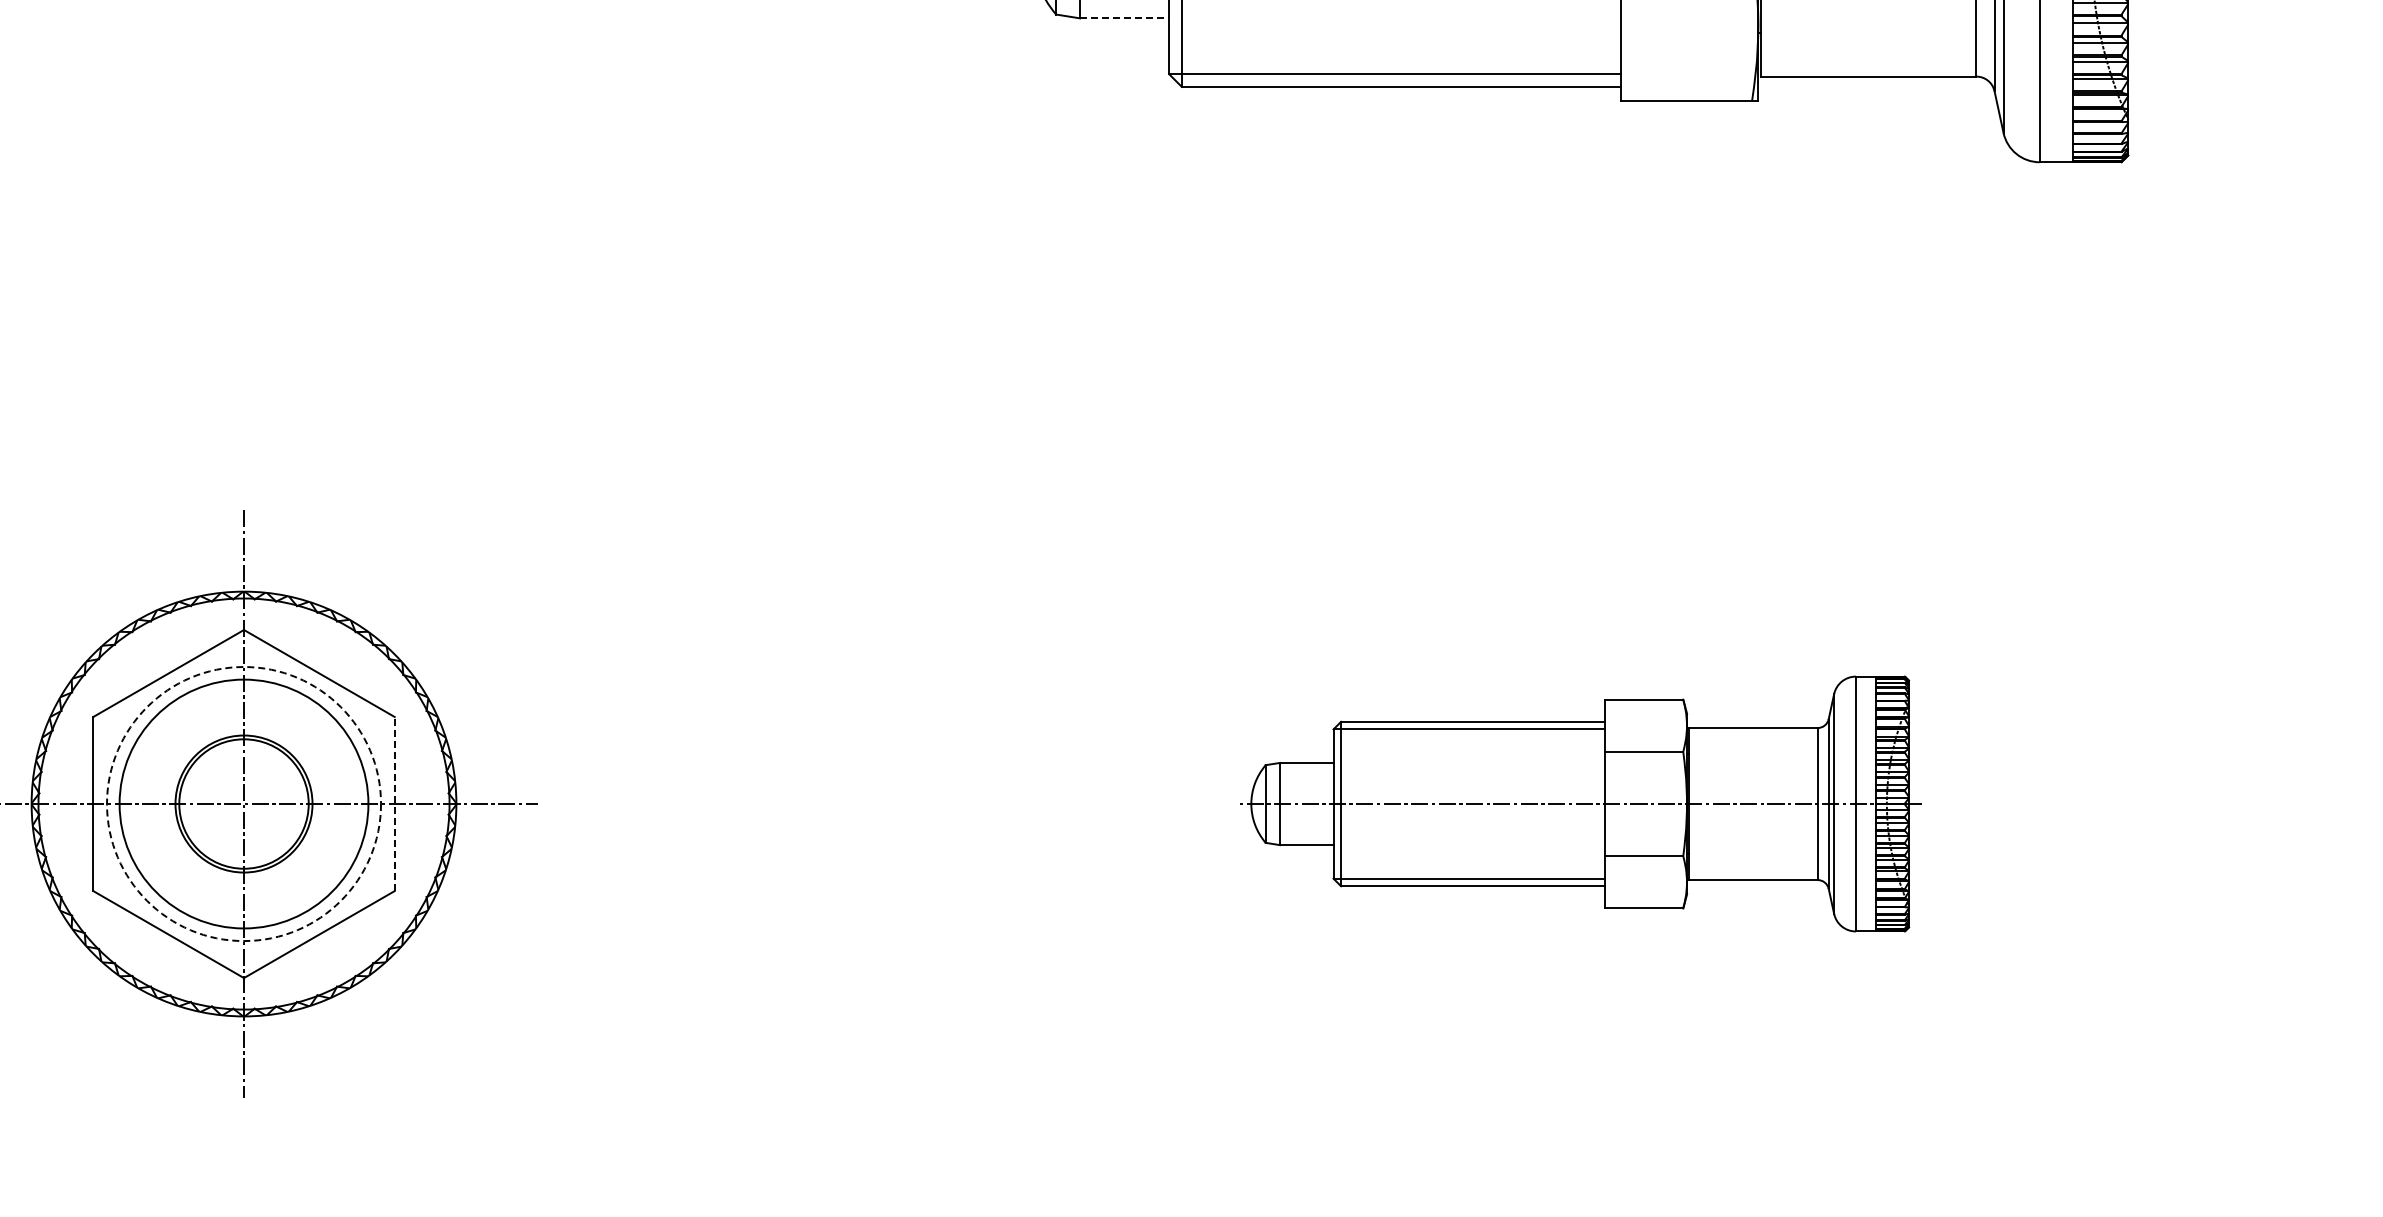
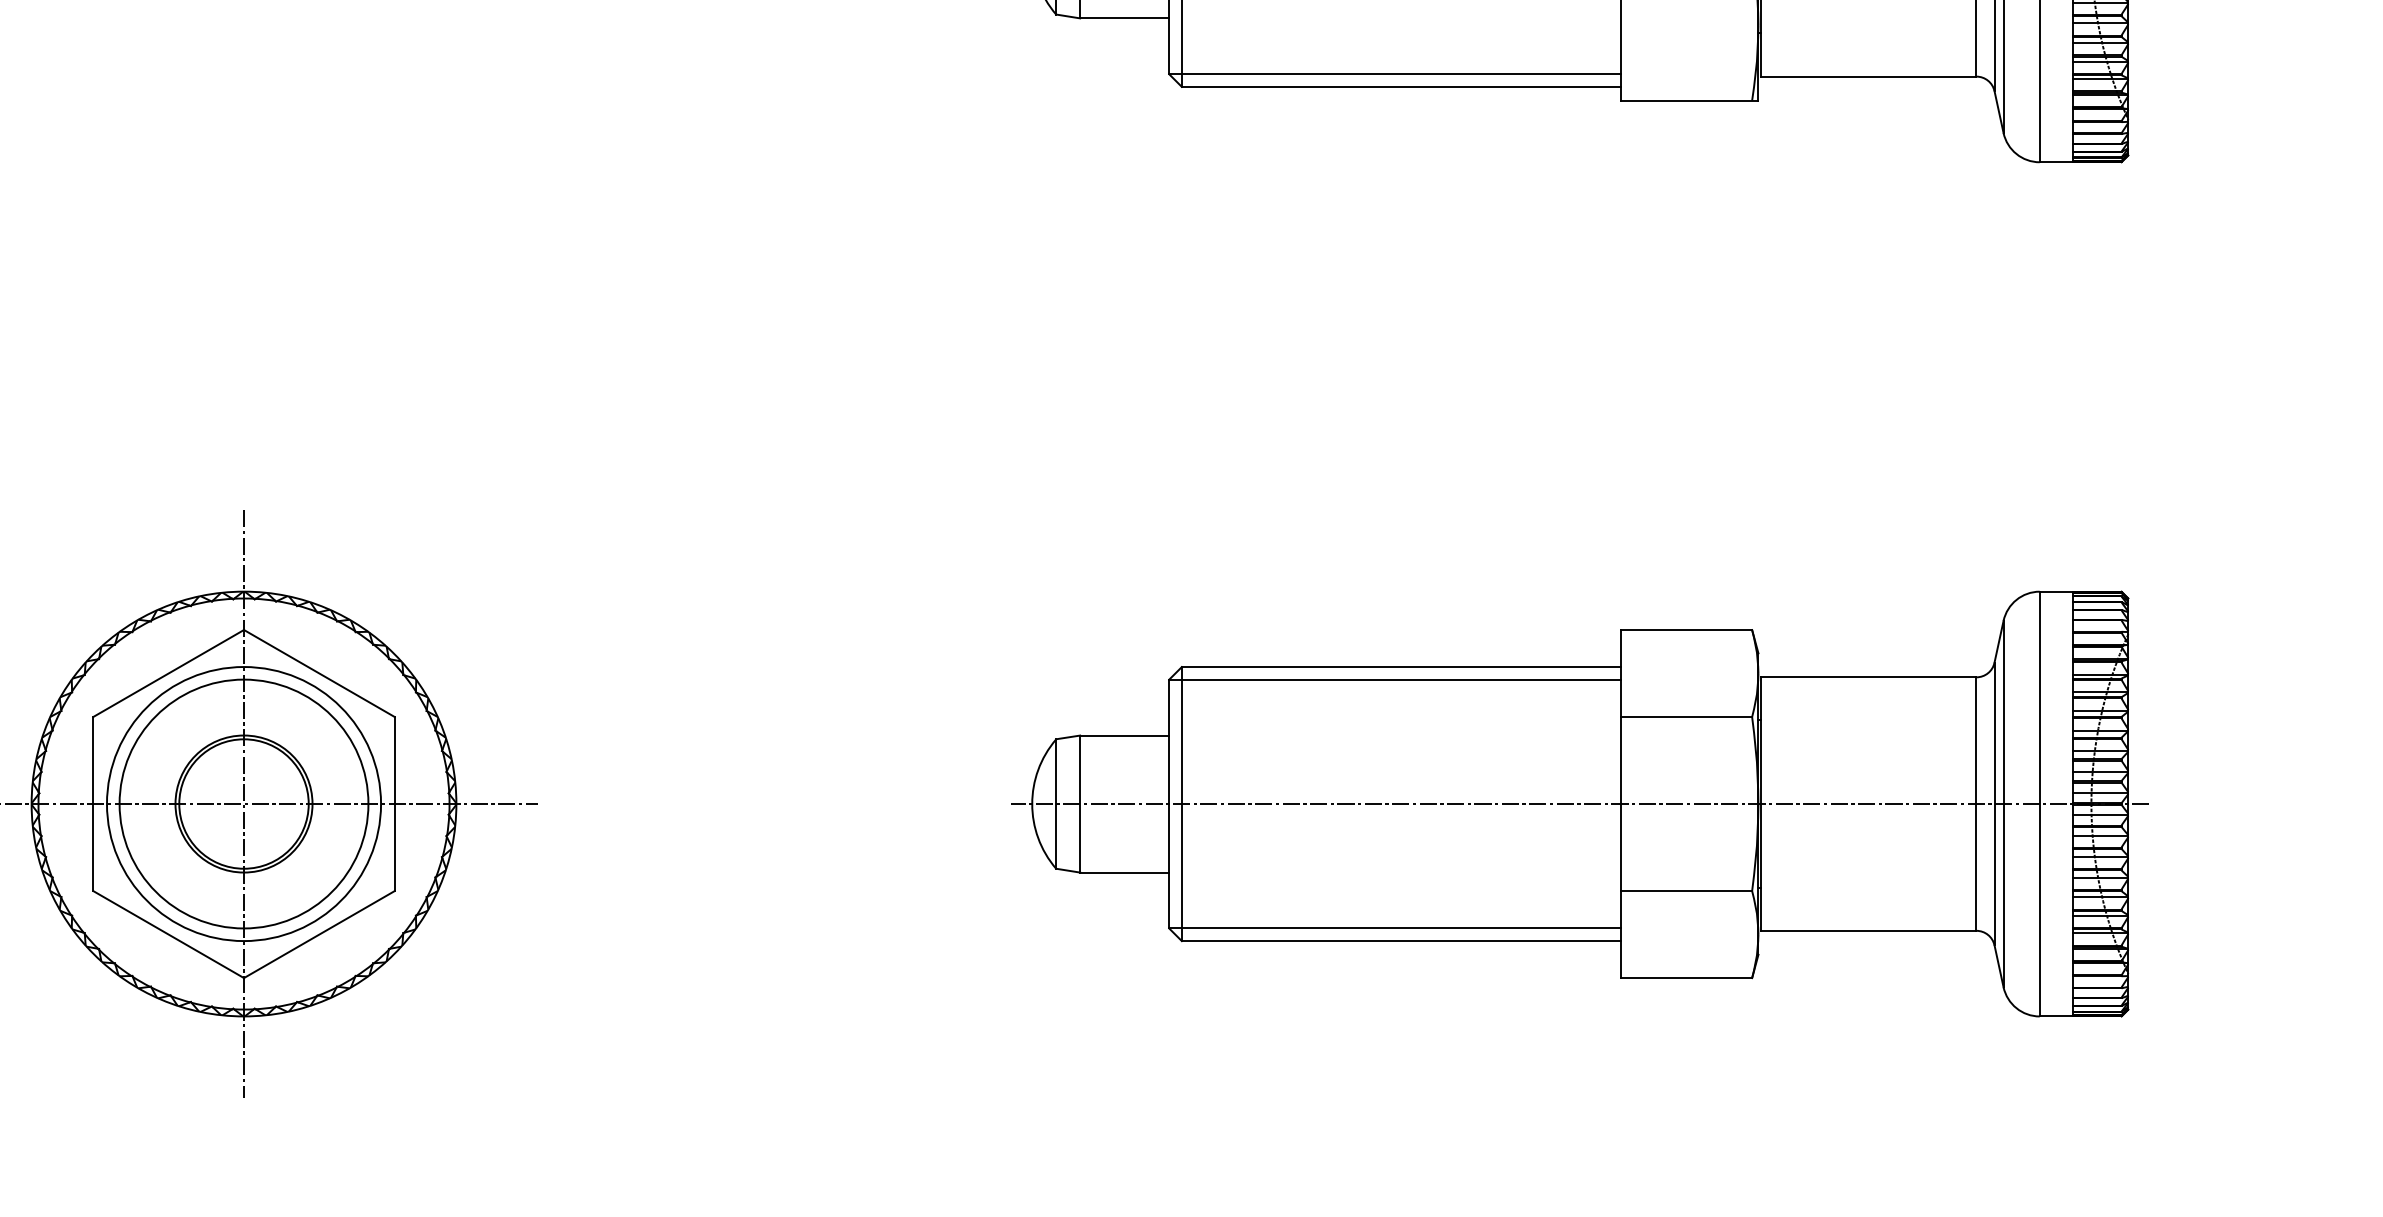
line at (1124, 18): dashed -> solid
line at (394, 803): dashed -> solid
part at (1580, 803) size: 682x258 px -> 1138x428 px
circle at (244, 804): dashed -> solid
